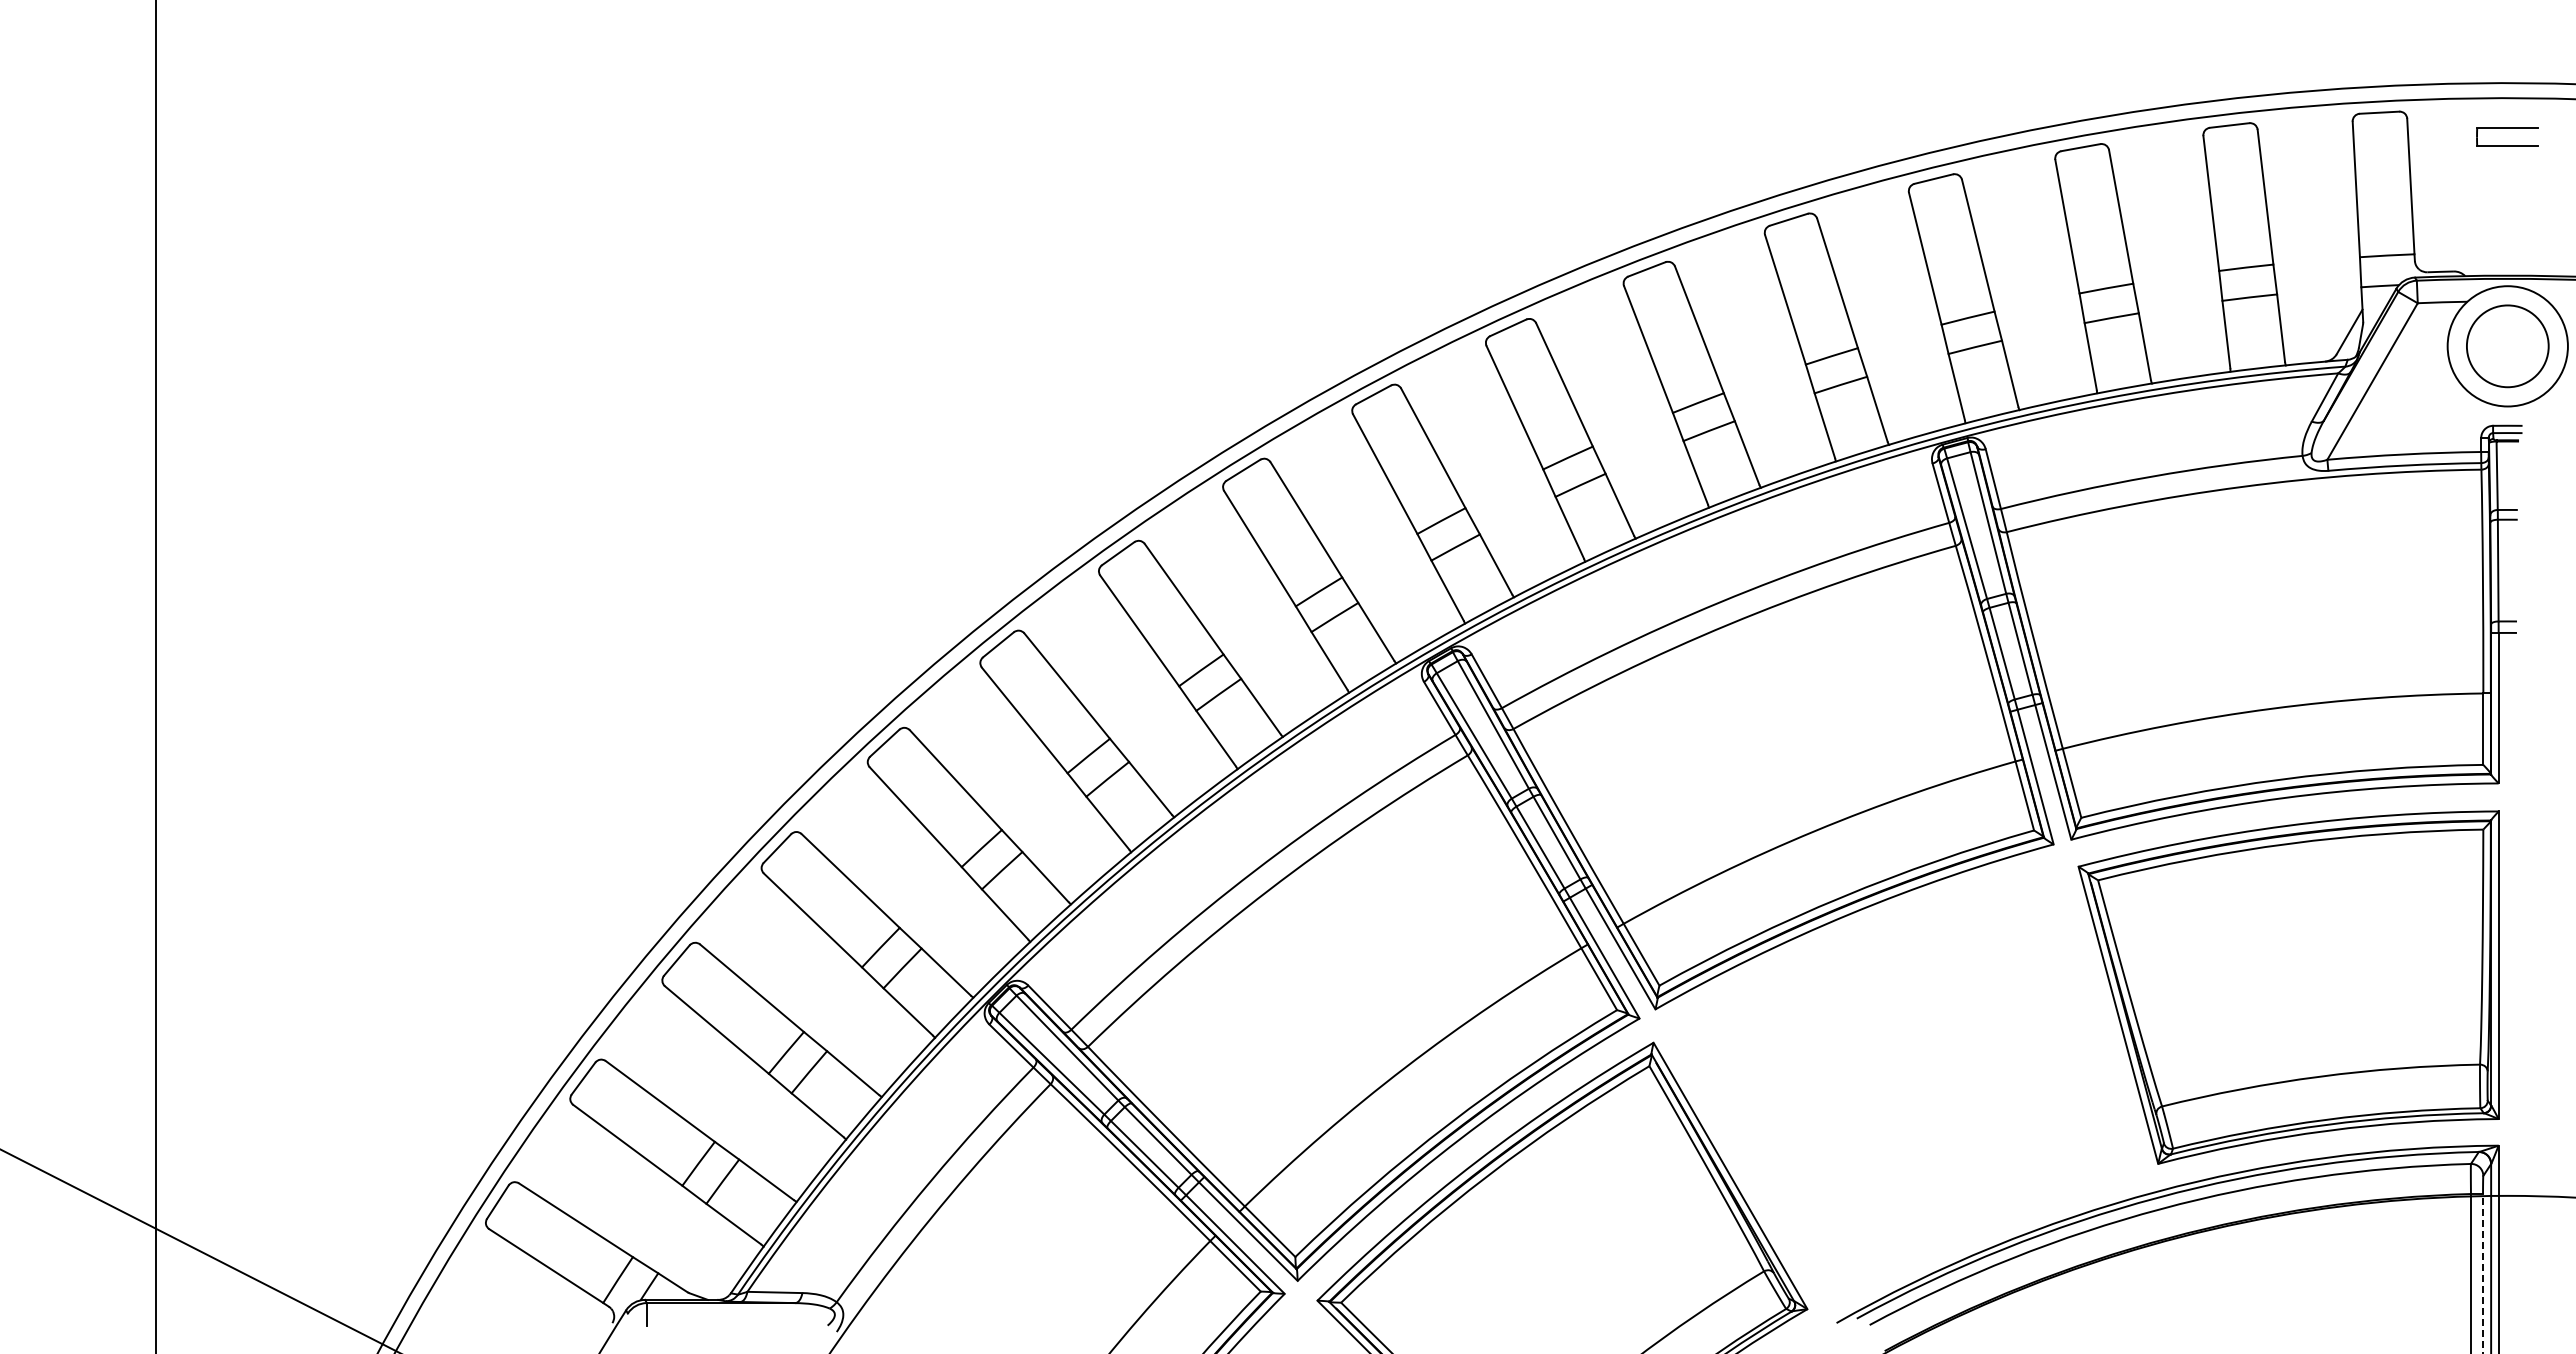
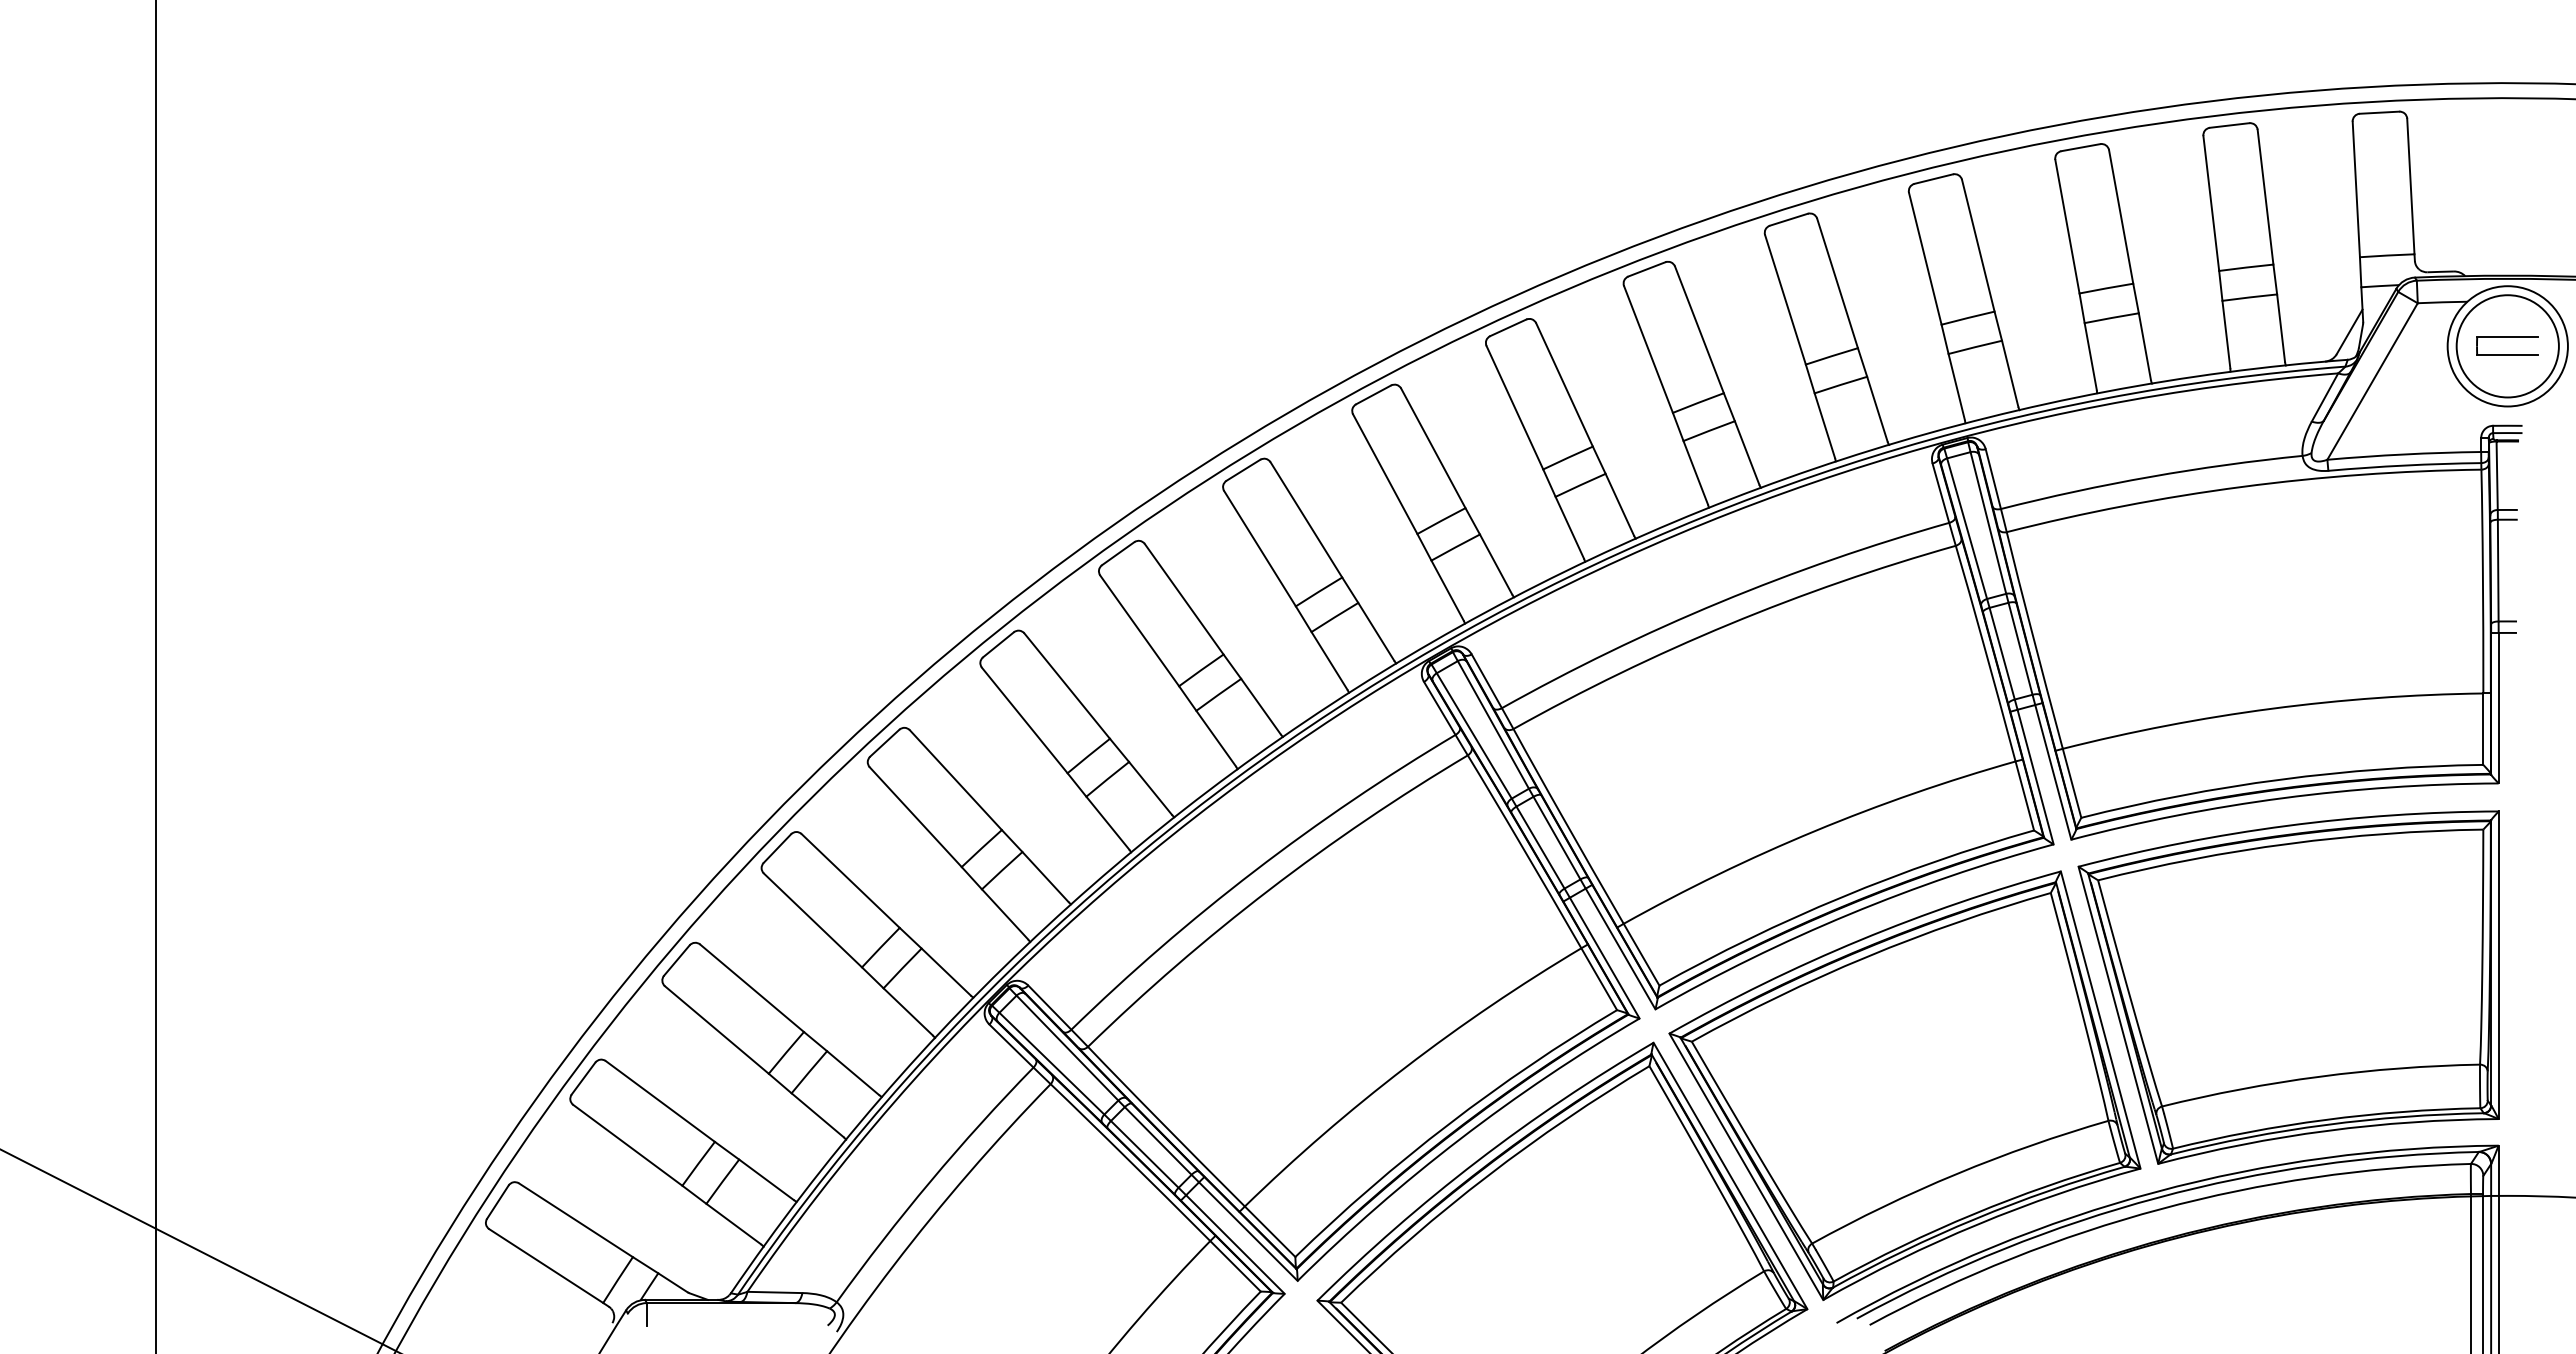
part at (2507, 128) position: (2507, 128) -> (2507, 337)
circle at (2507, 346) diameter: 82 px -> 102 px
part at (1904, 1085): none -> present
line at (2483, 1273): dashed -> solid
